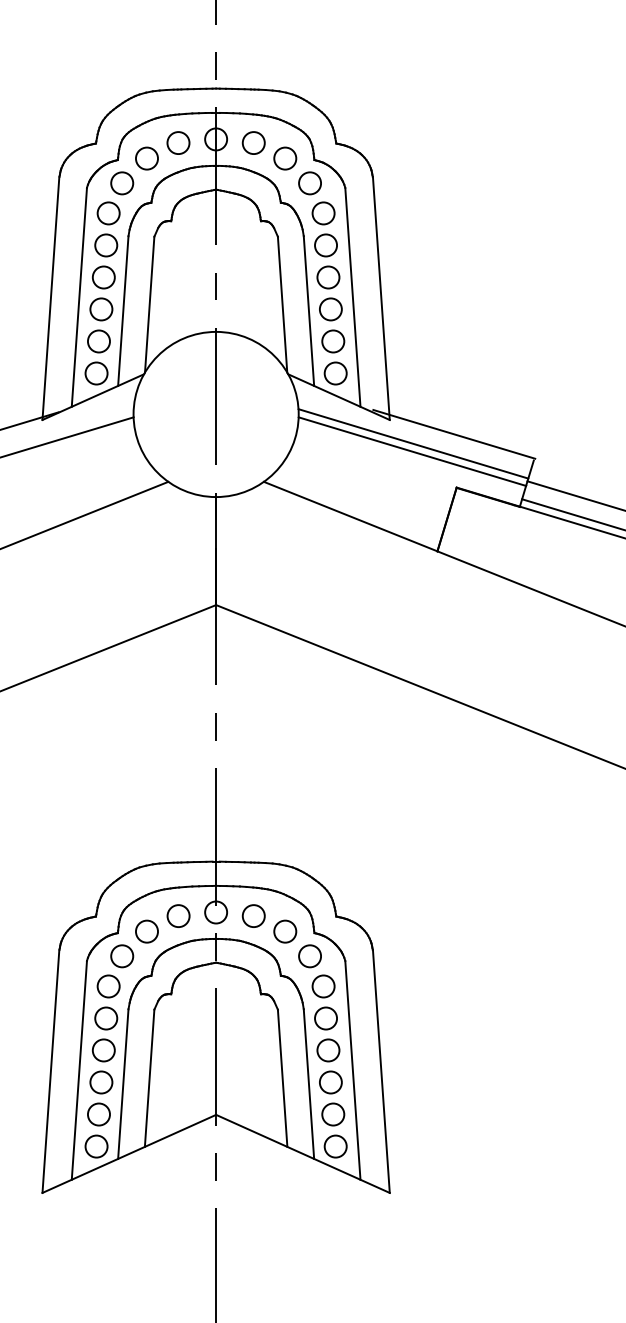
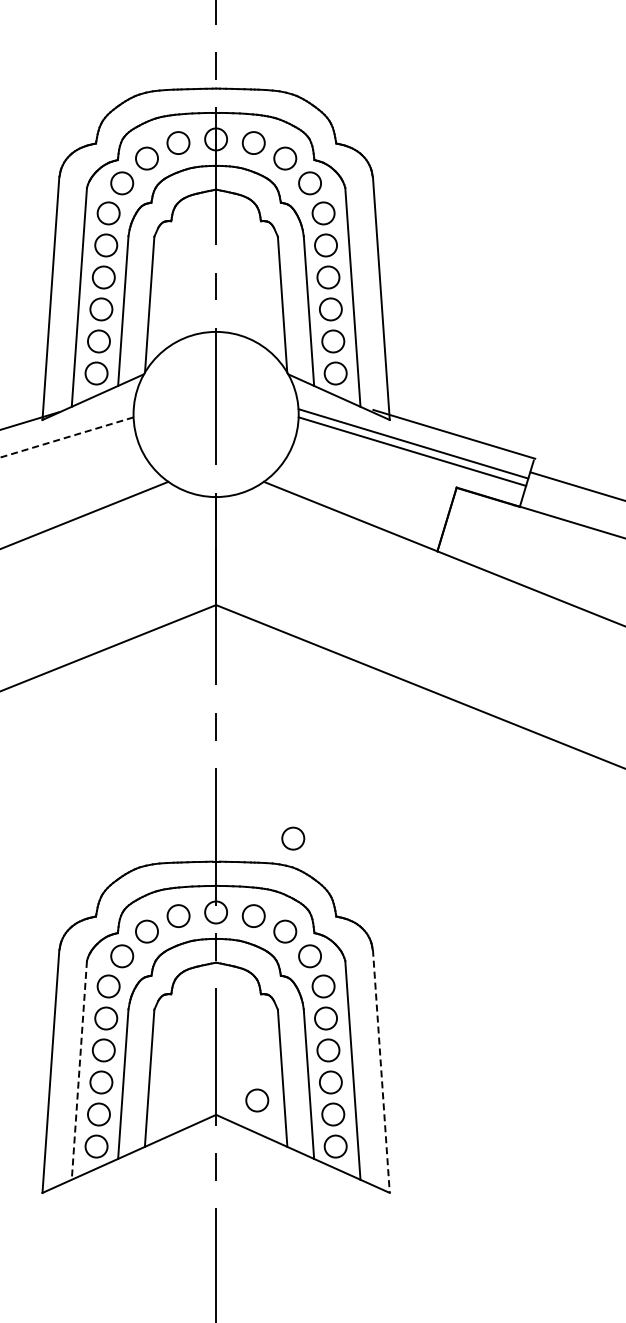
line at (66, 437): solid -> dashed
line at (574, 495) position: (574, 495) -> (576, 486)
line at (572, 514): present -> none
circle at (293, 838): none -> present
line at (79, 1070): solid -> dashed
line at (381, 1071): solid -> dashed
circle at (257, 1100): none -> present
